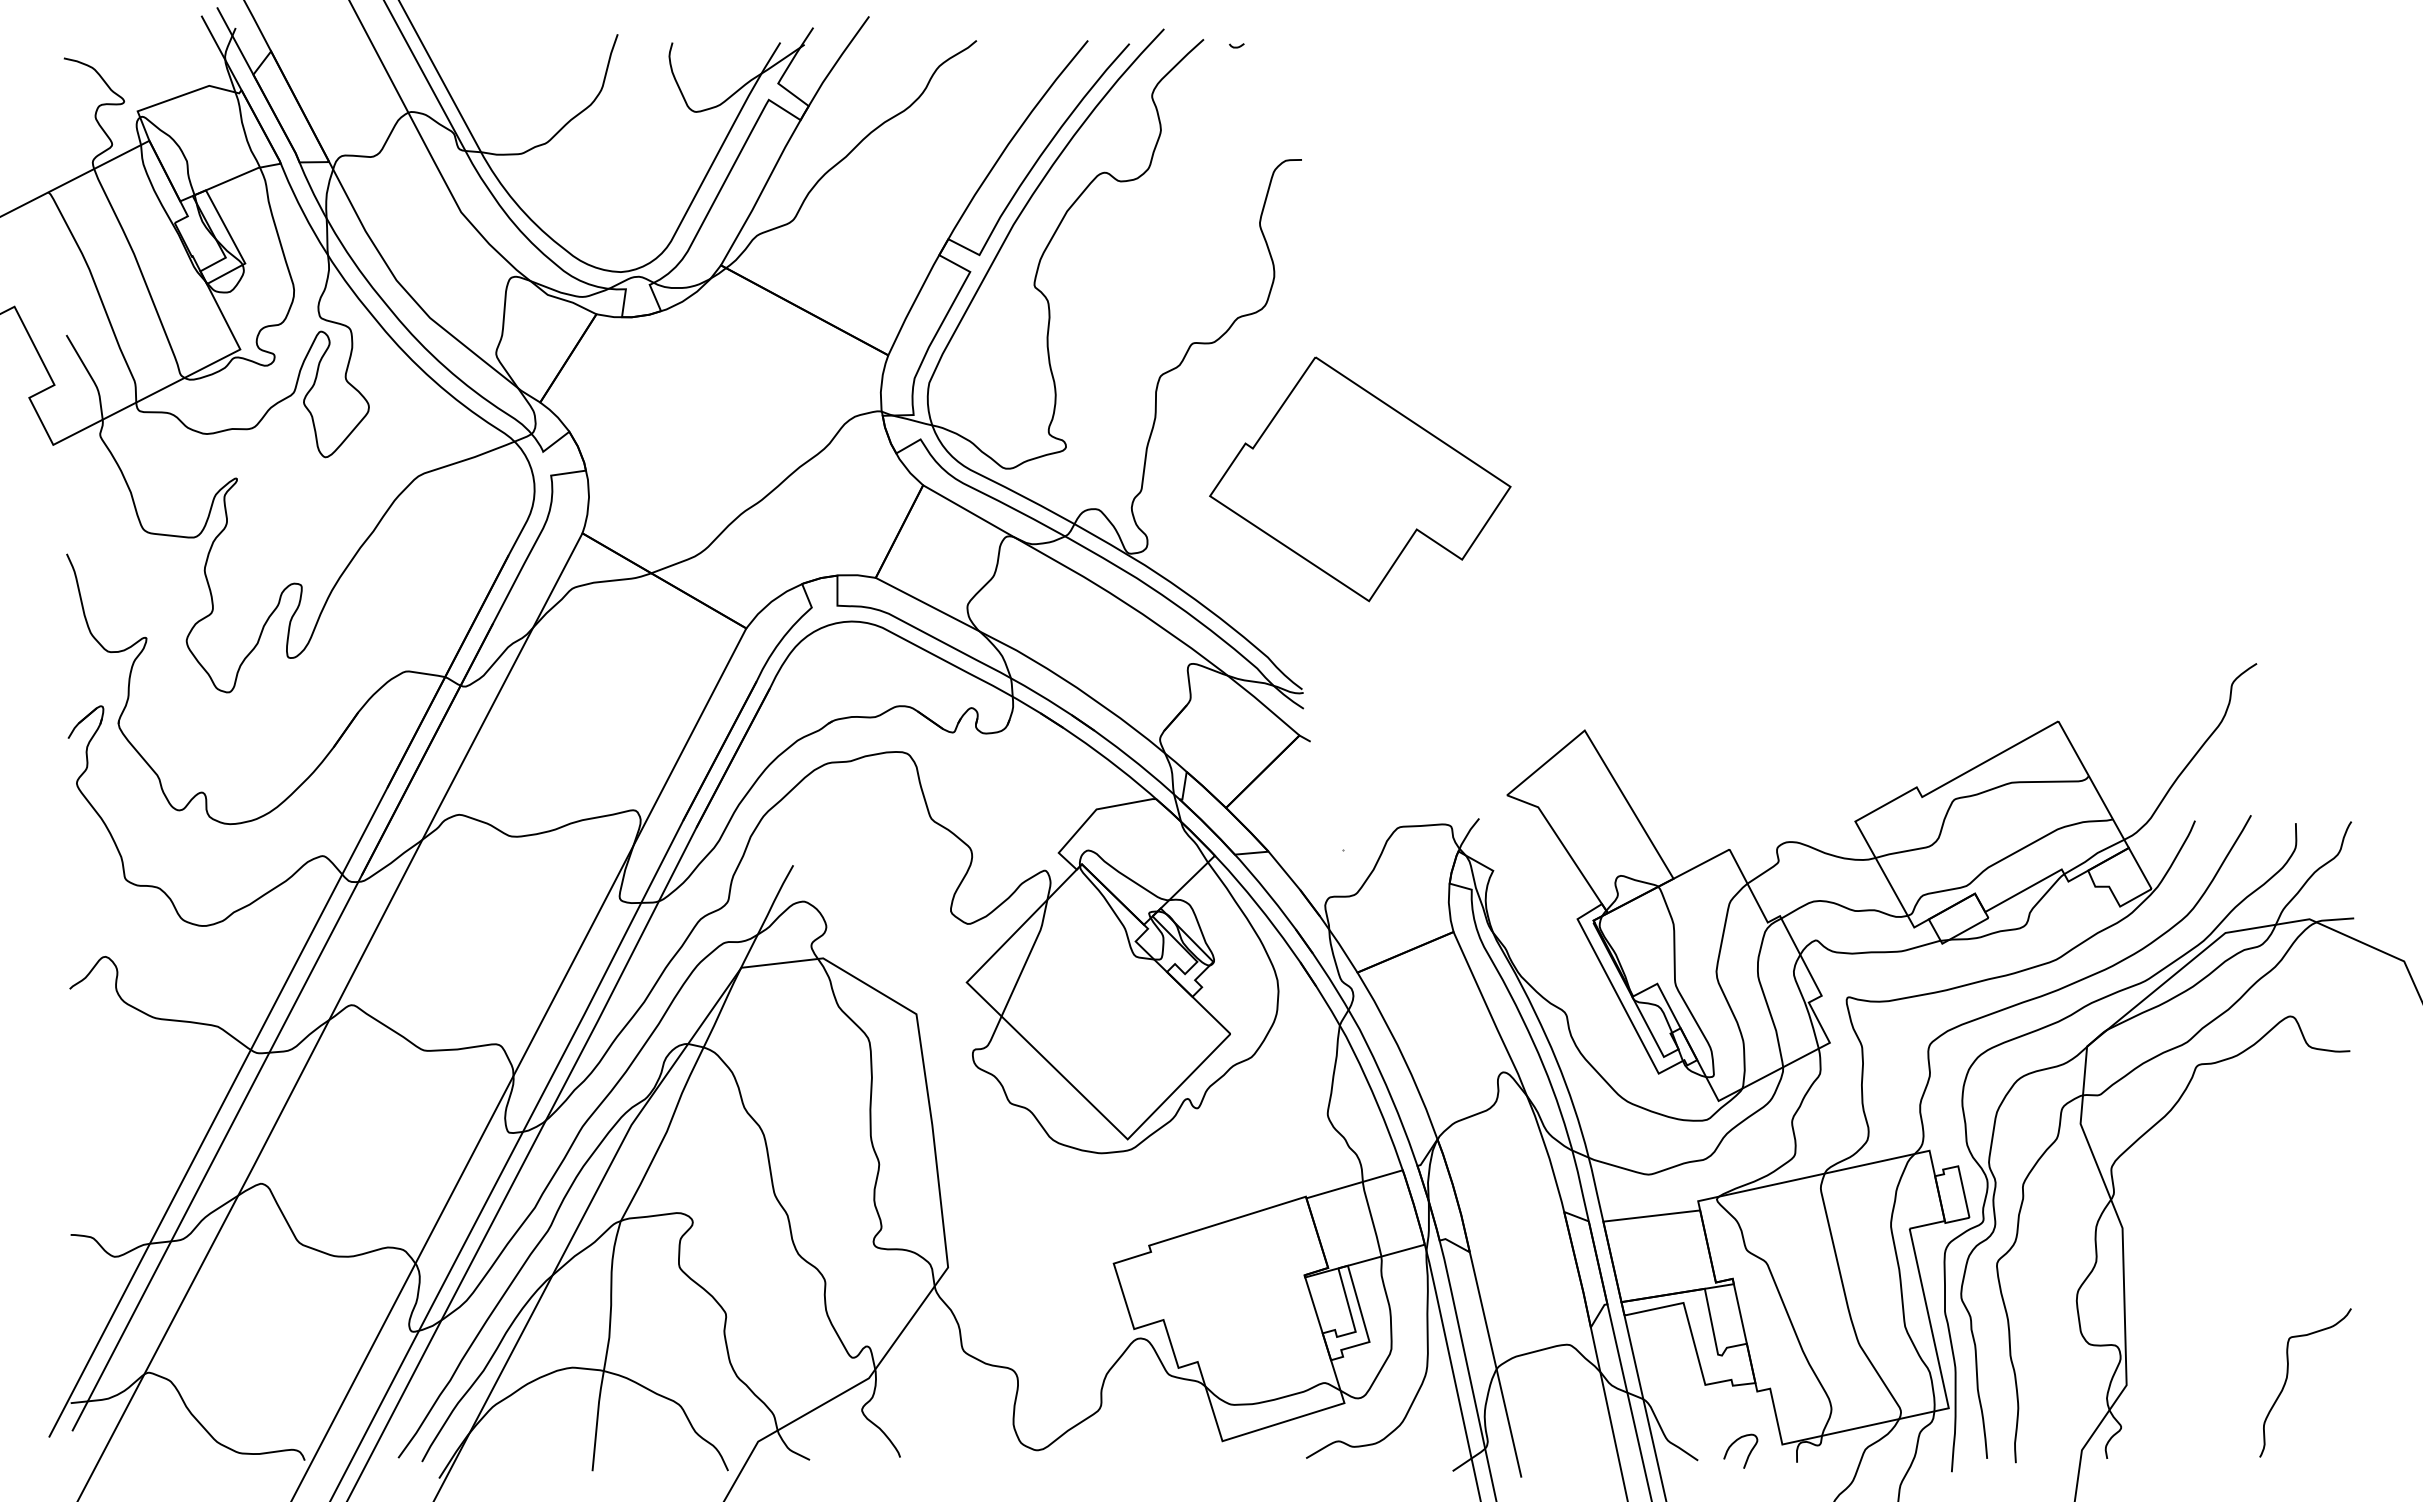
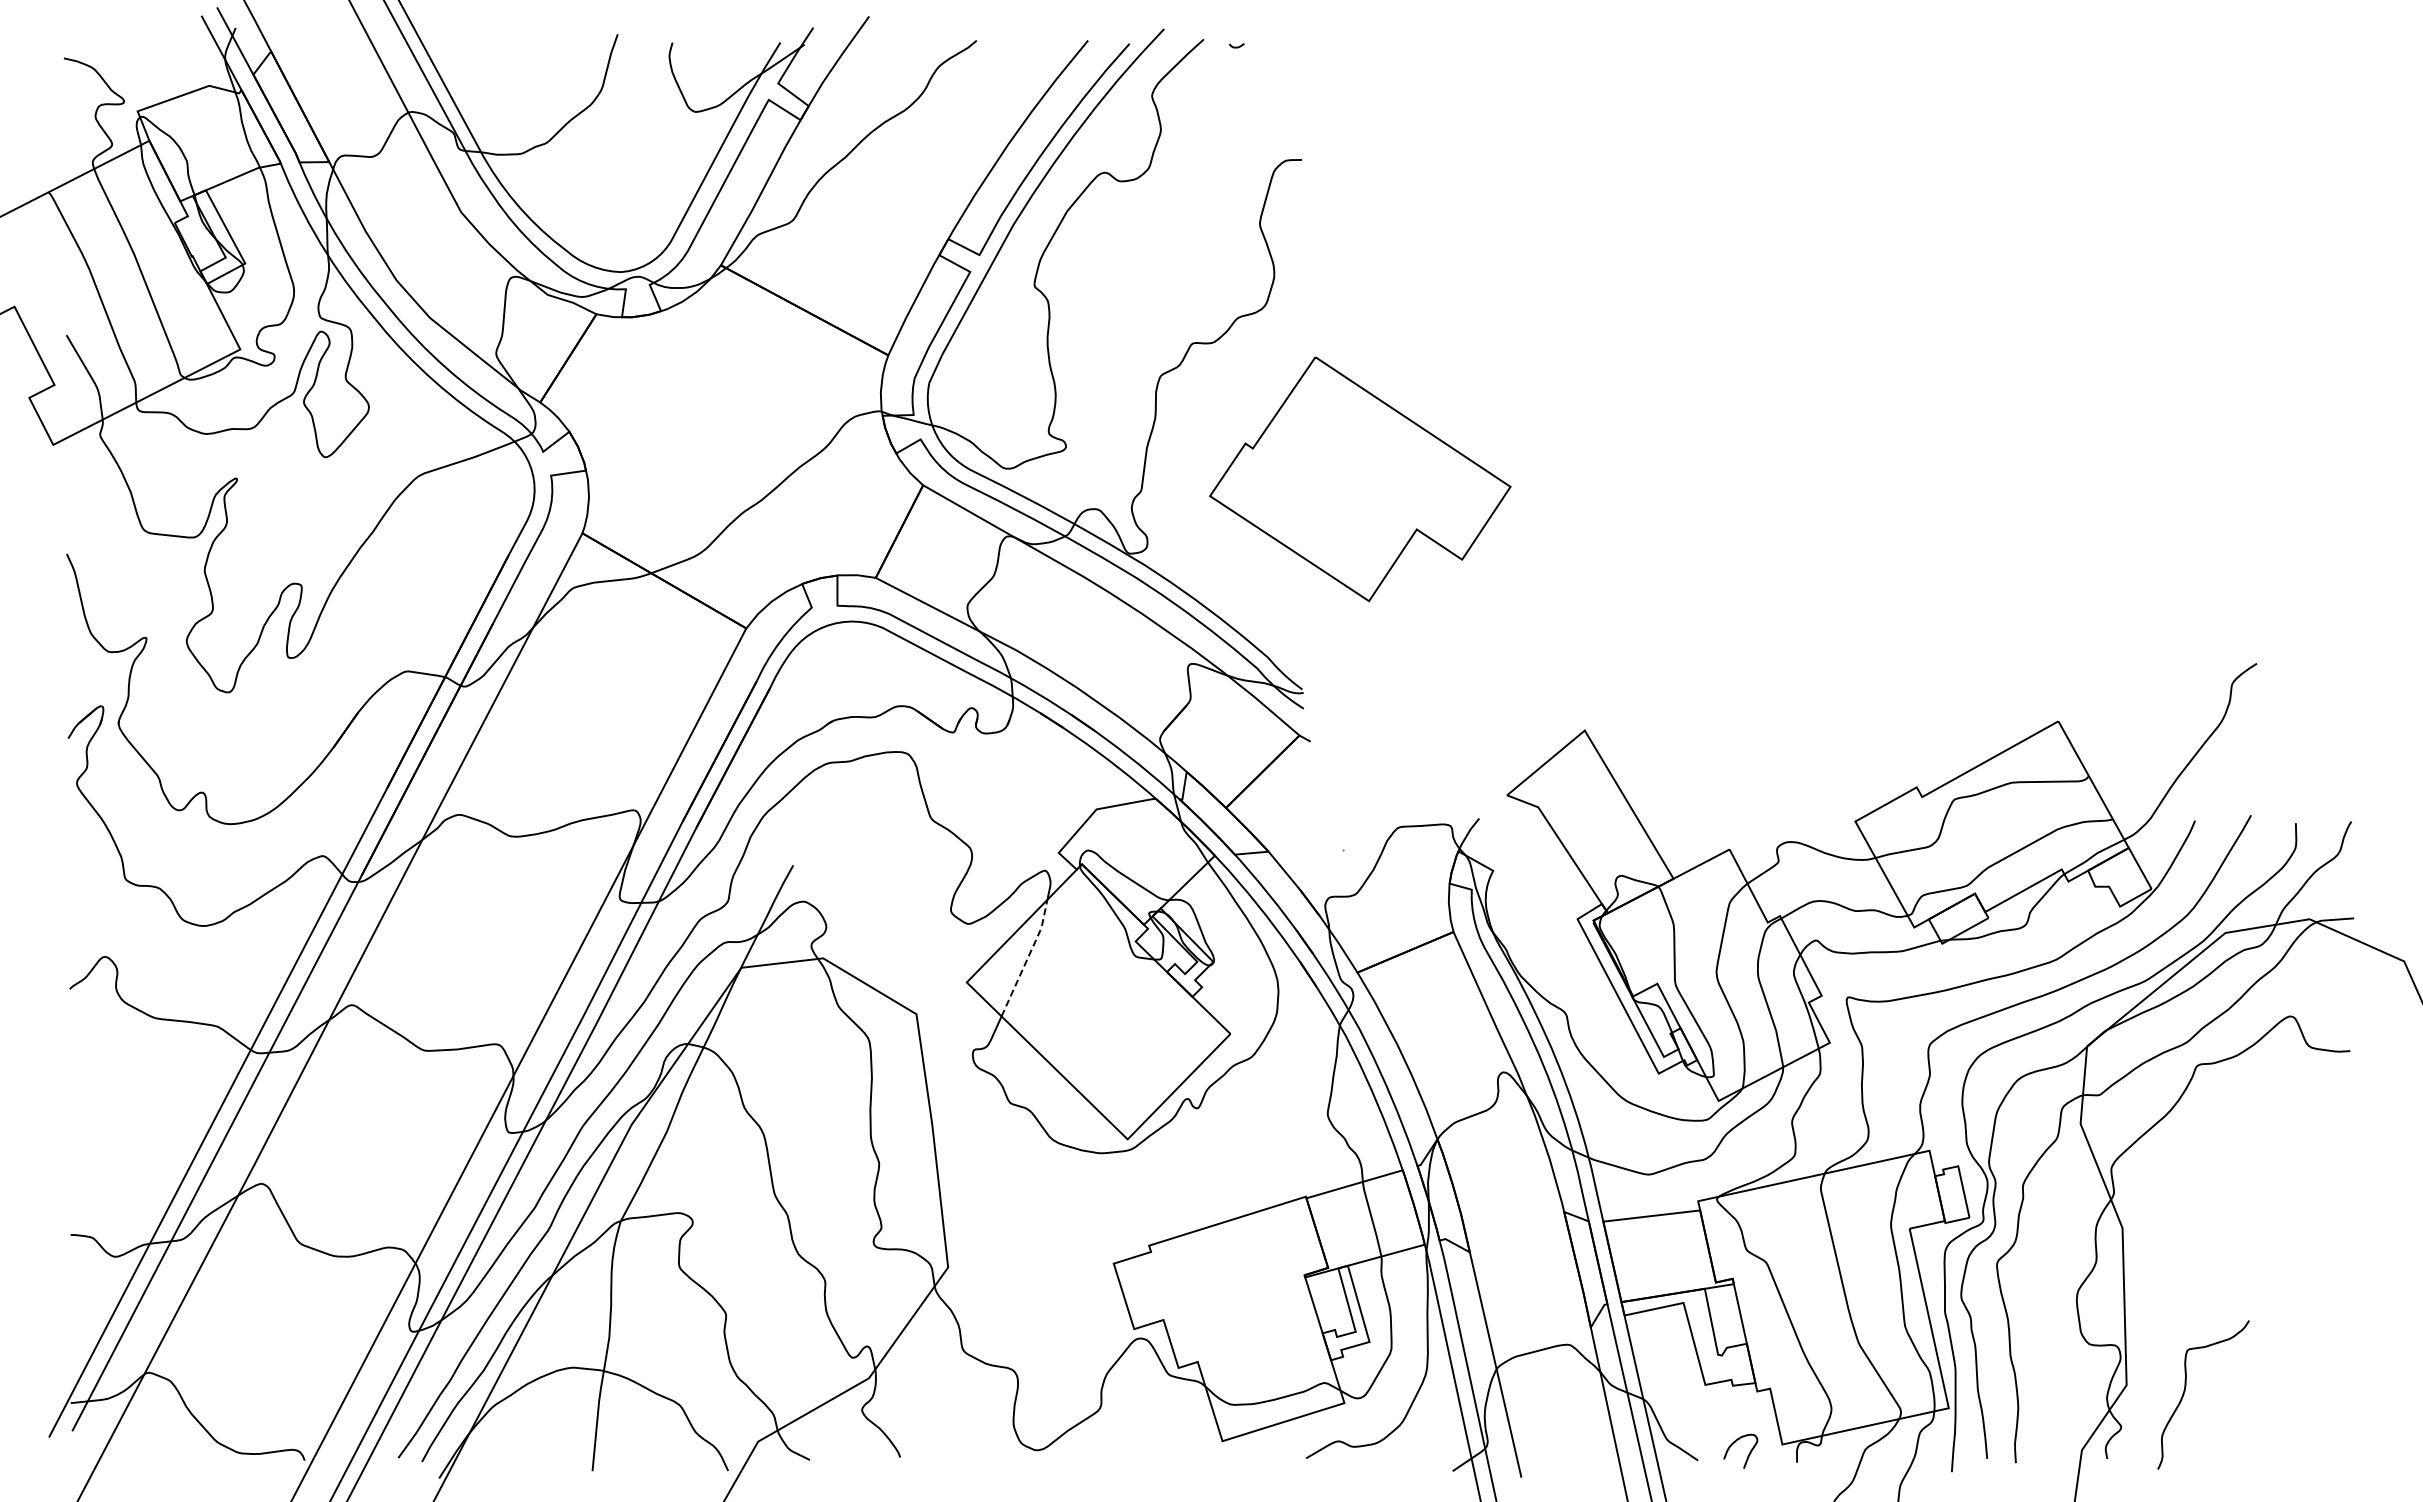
line at (1028, 957): solid -> dashed
curve at (2287, 1379) position: (2287, 1379) -> (2185, 1391)
